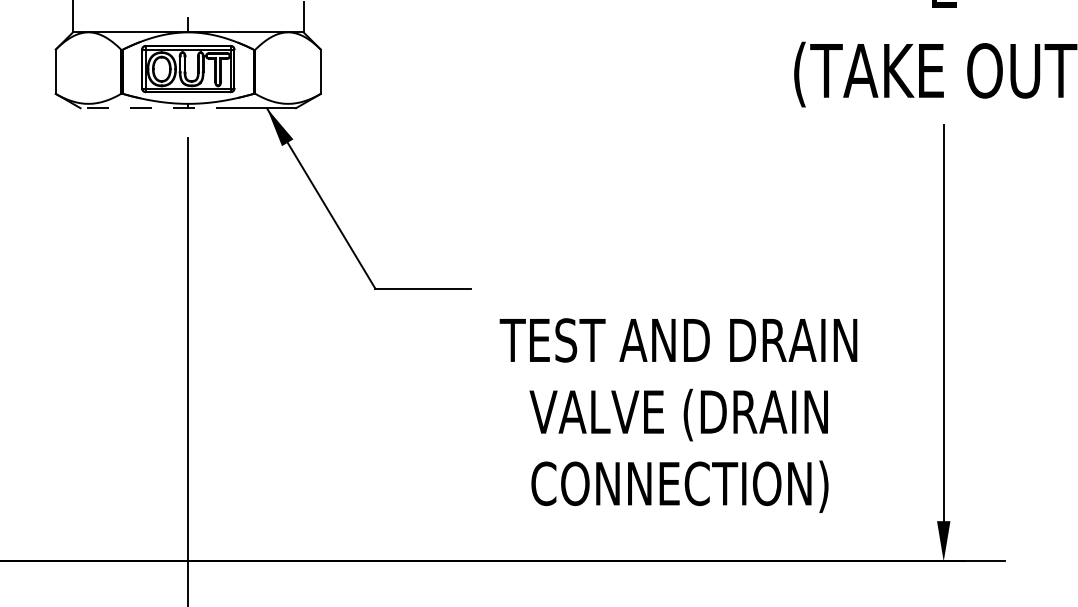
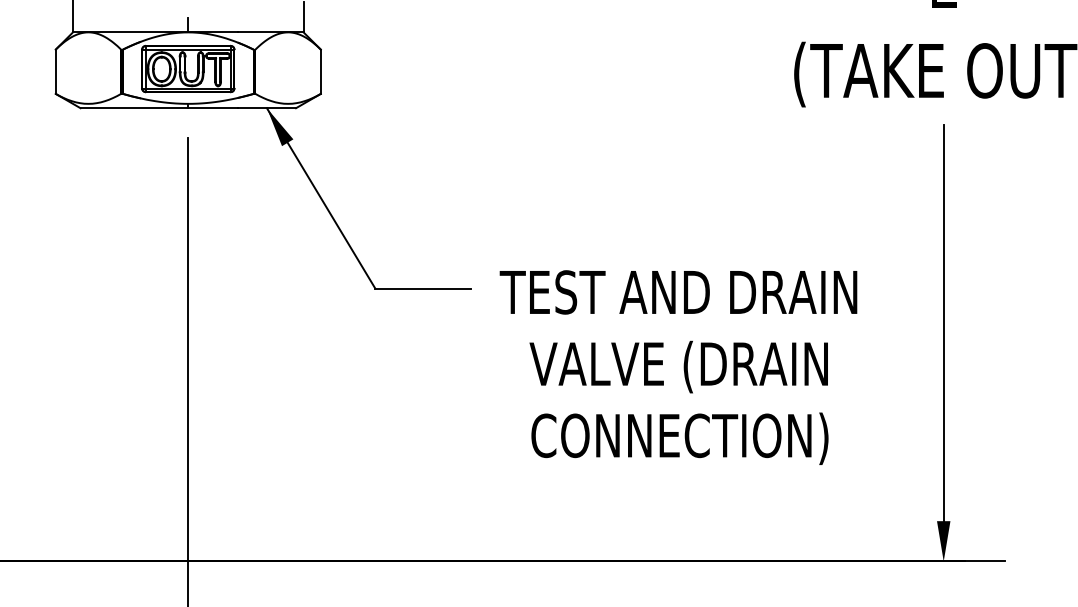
line at (159, 108): dashed -> solid
text at (678, 415) position: (678, 415) -> (678, 367)
